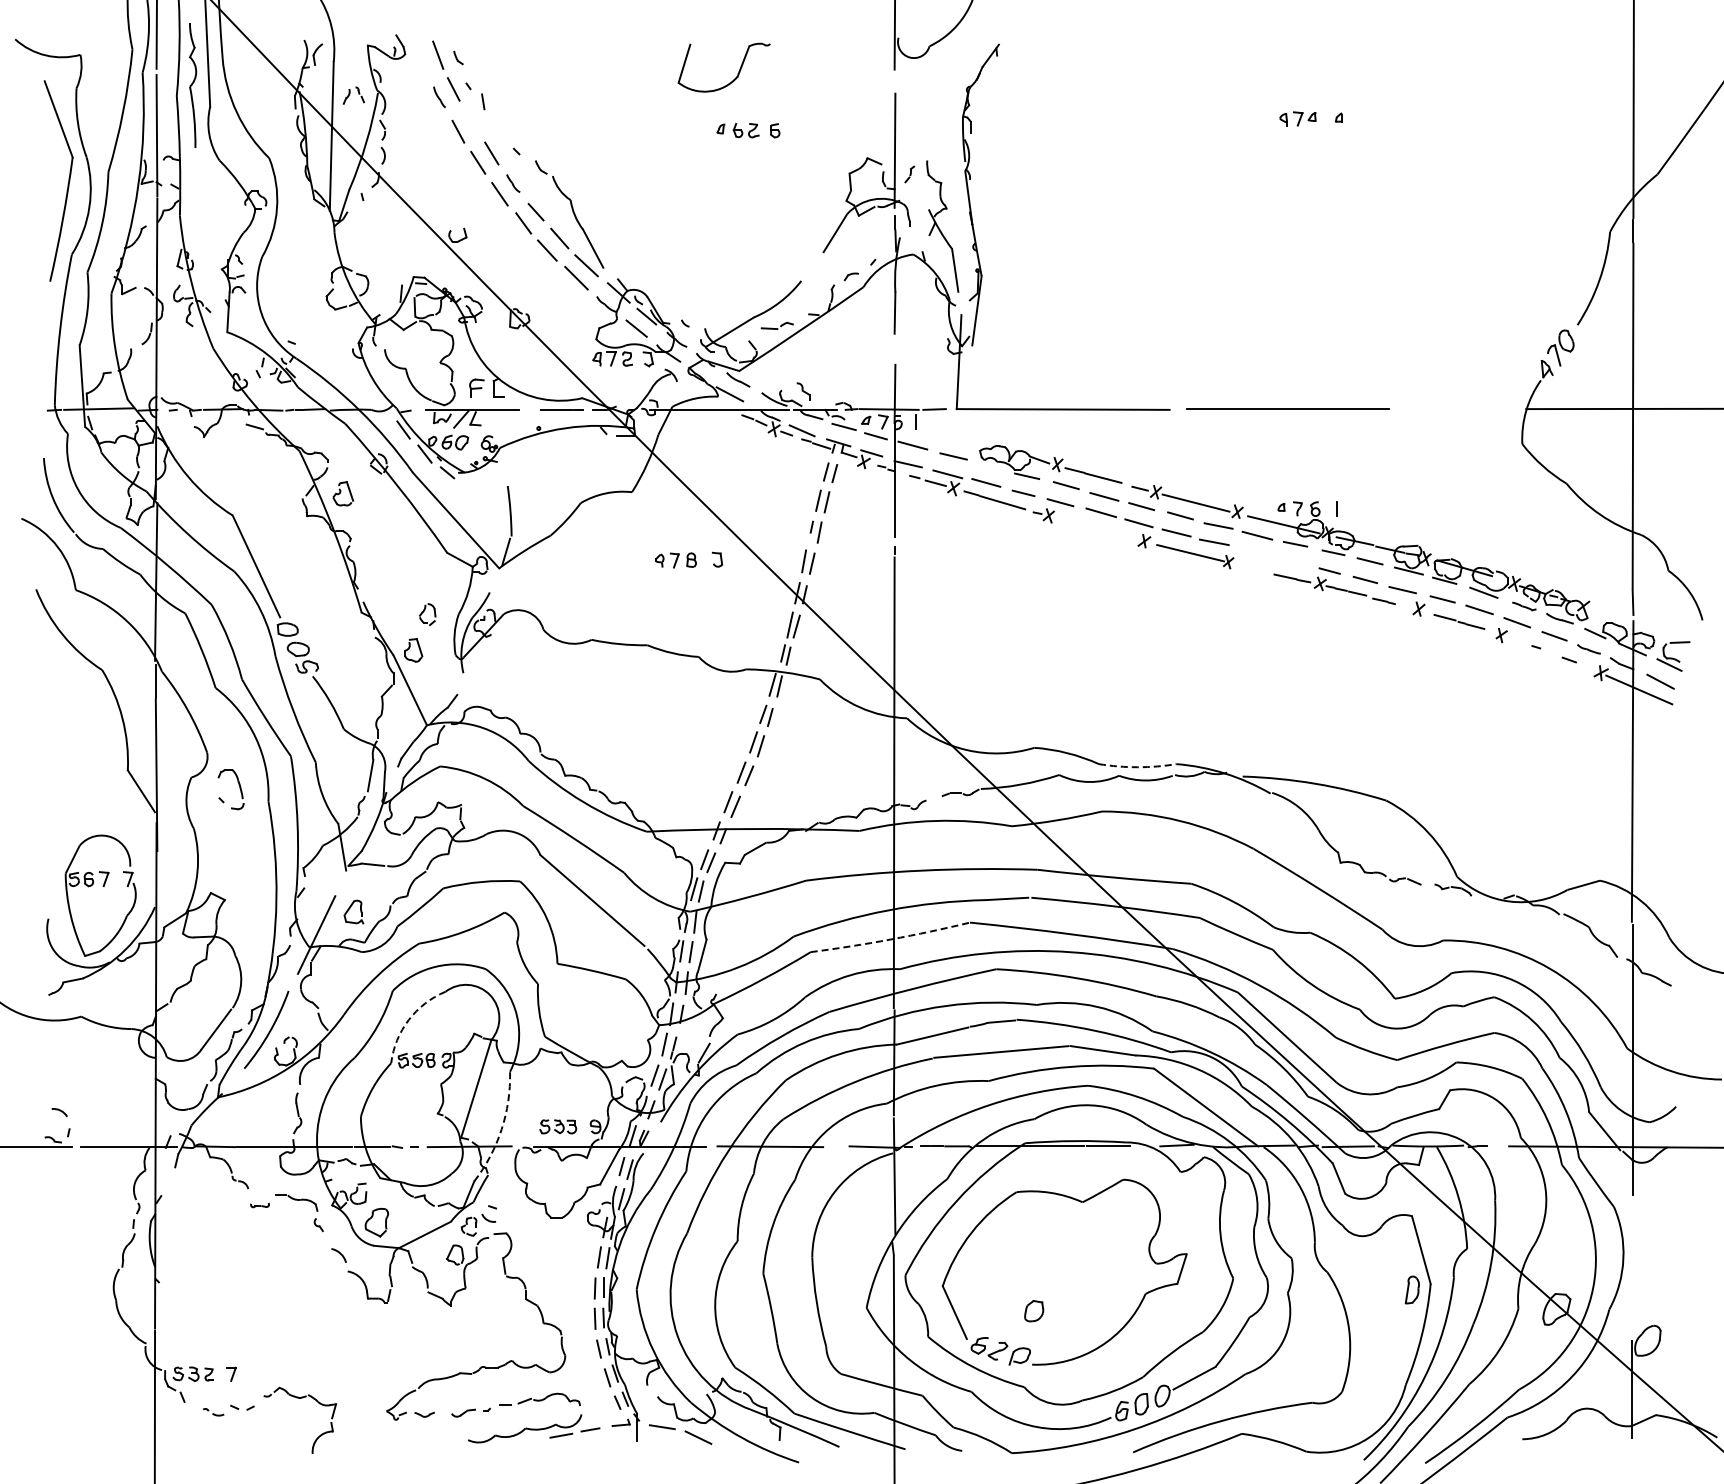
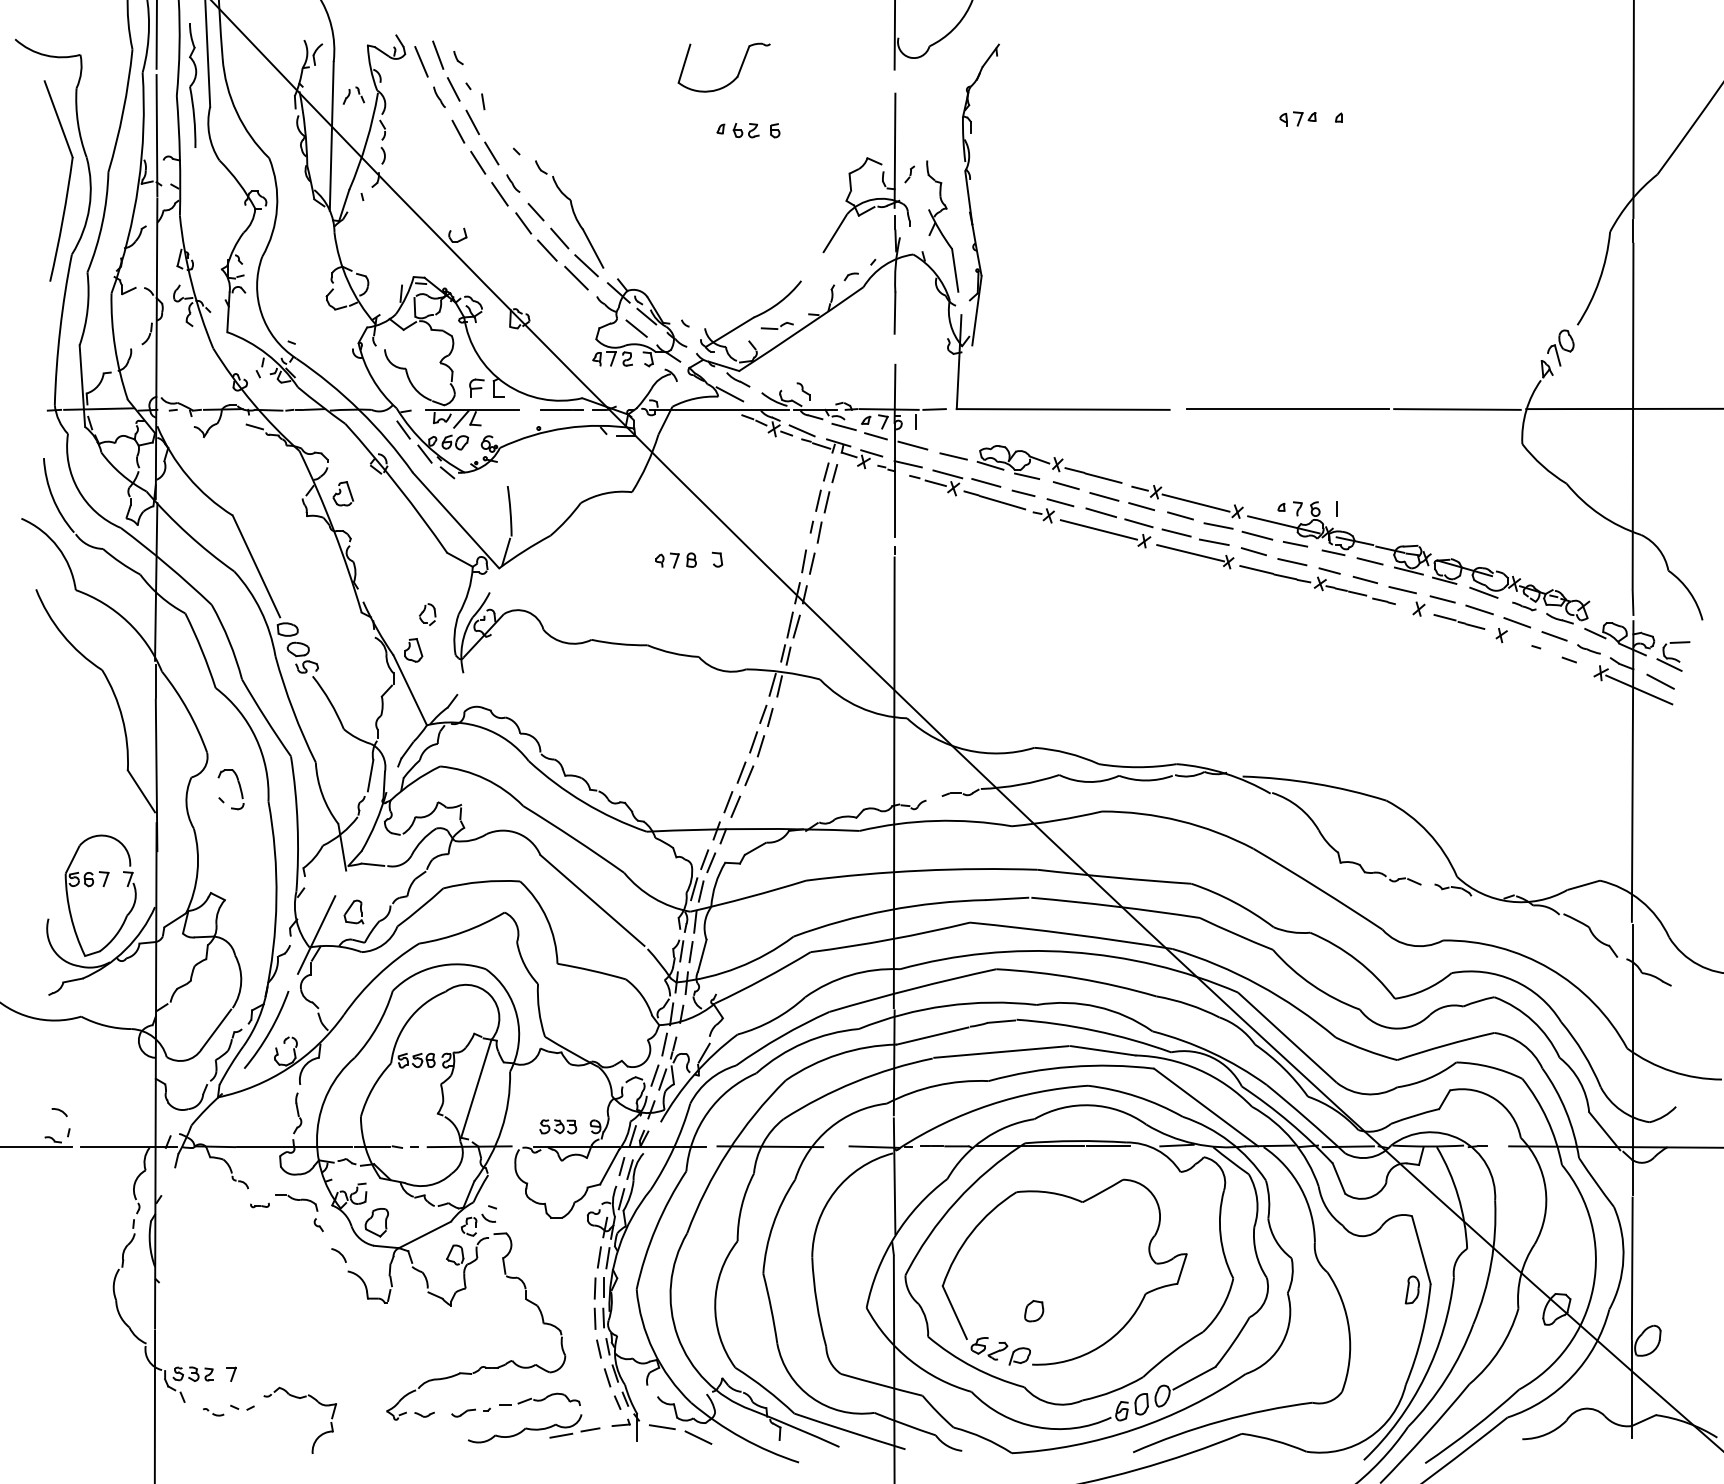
line at (421, 61): none -> present
line at (472, 122): none -> present
line at (1457, 409): none -> present
line at (990, 465): none -> present
line at (1098, 529): none -> present
line at (1253, 551): none -> present
line at (1292, 562): none -> present
line at (1256, 569): none -> present
arc at (1137, 767): dashed -> solid
arc at (890, 939): dashed -> solid
arc at (408, 1020): dashed -> solid
arc at (501, 1129): dashed -> solid
line at (1631, 1268): none -> present
